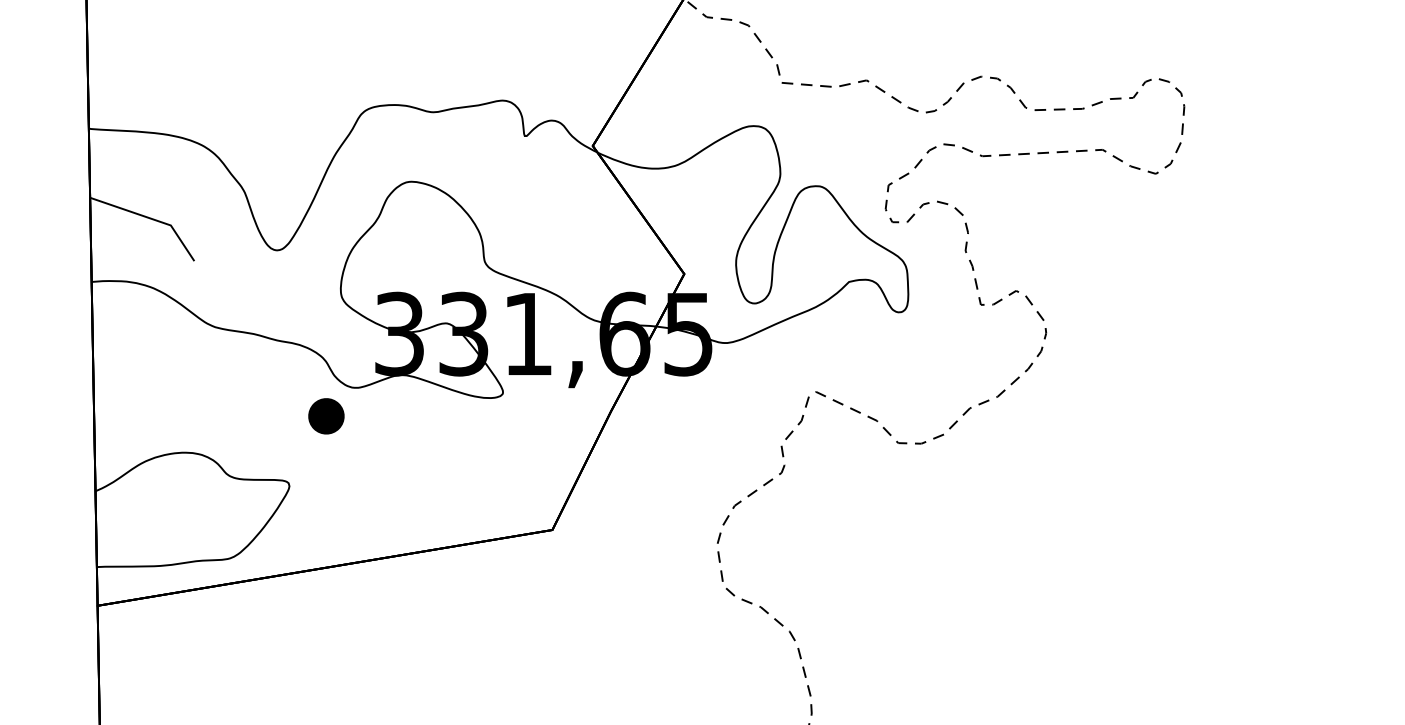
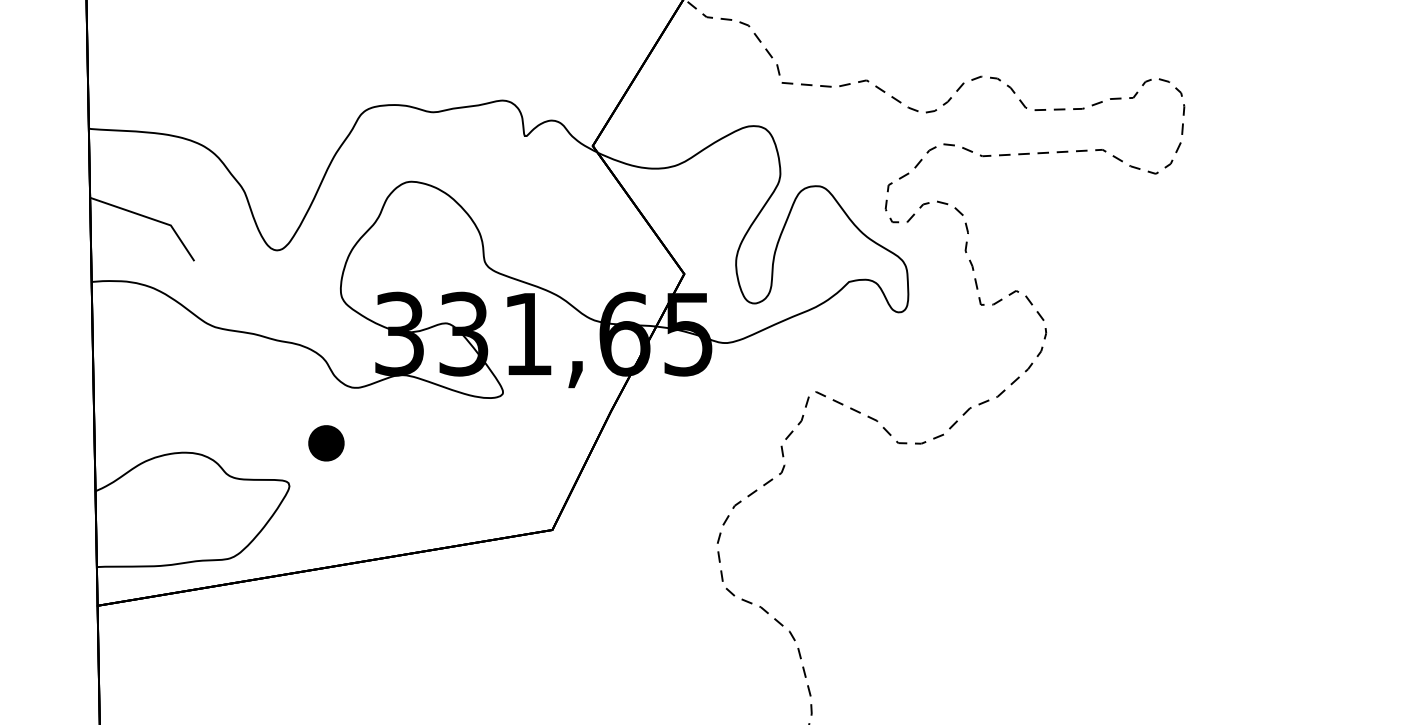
part at (326, 416) position: (326, 416) -> (326, 443)
